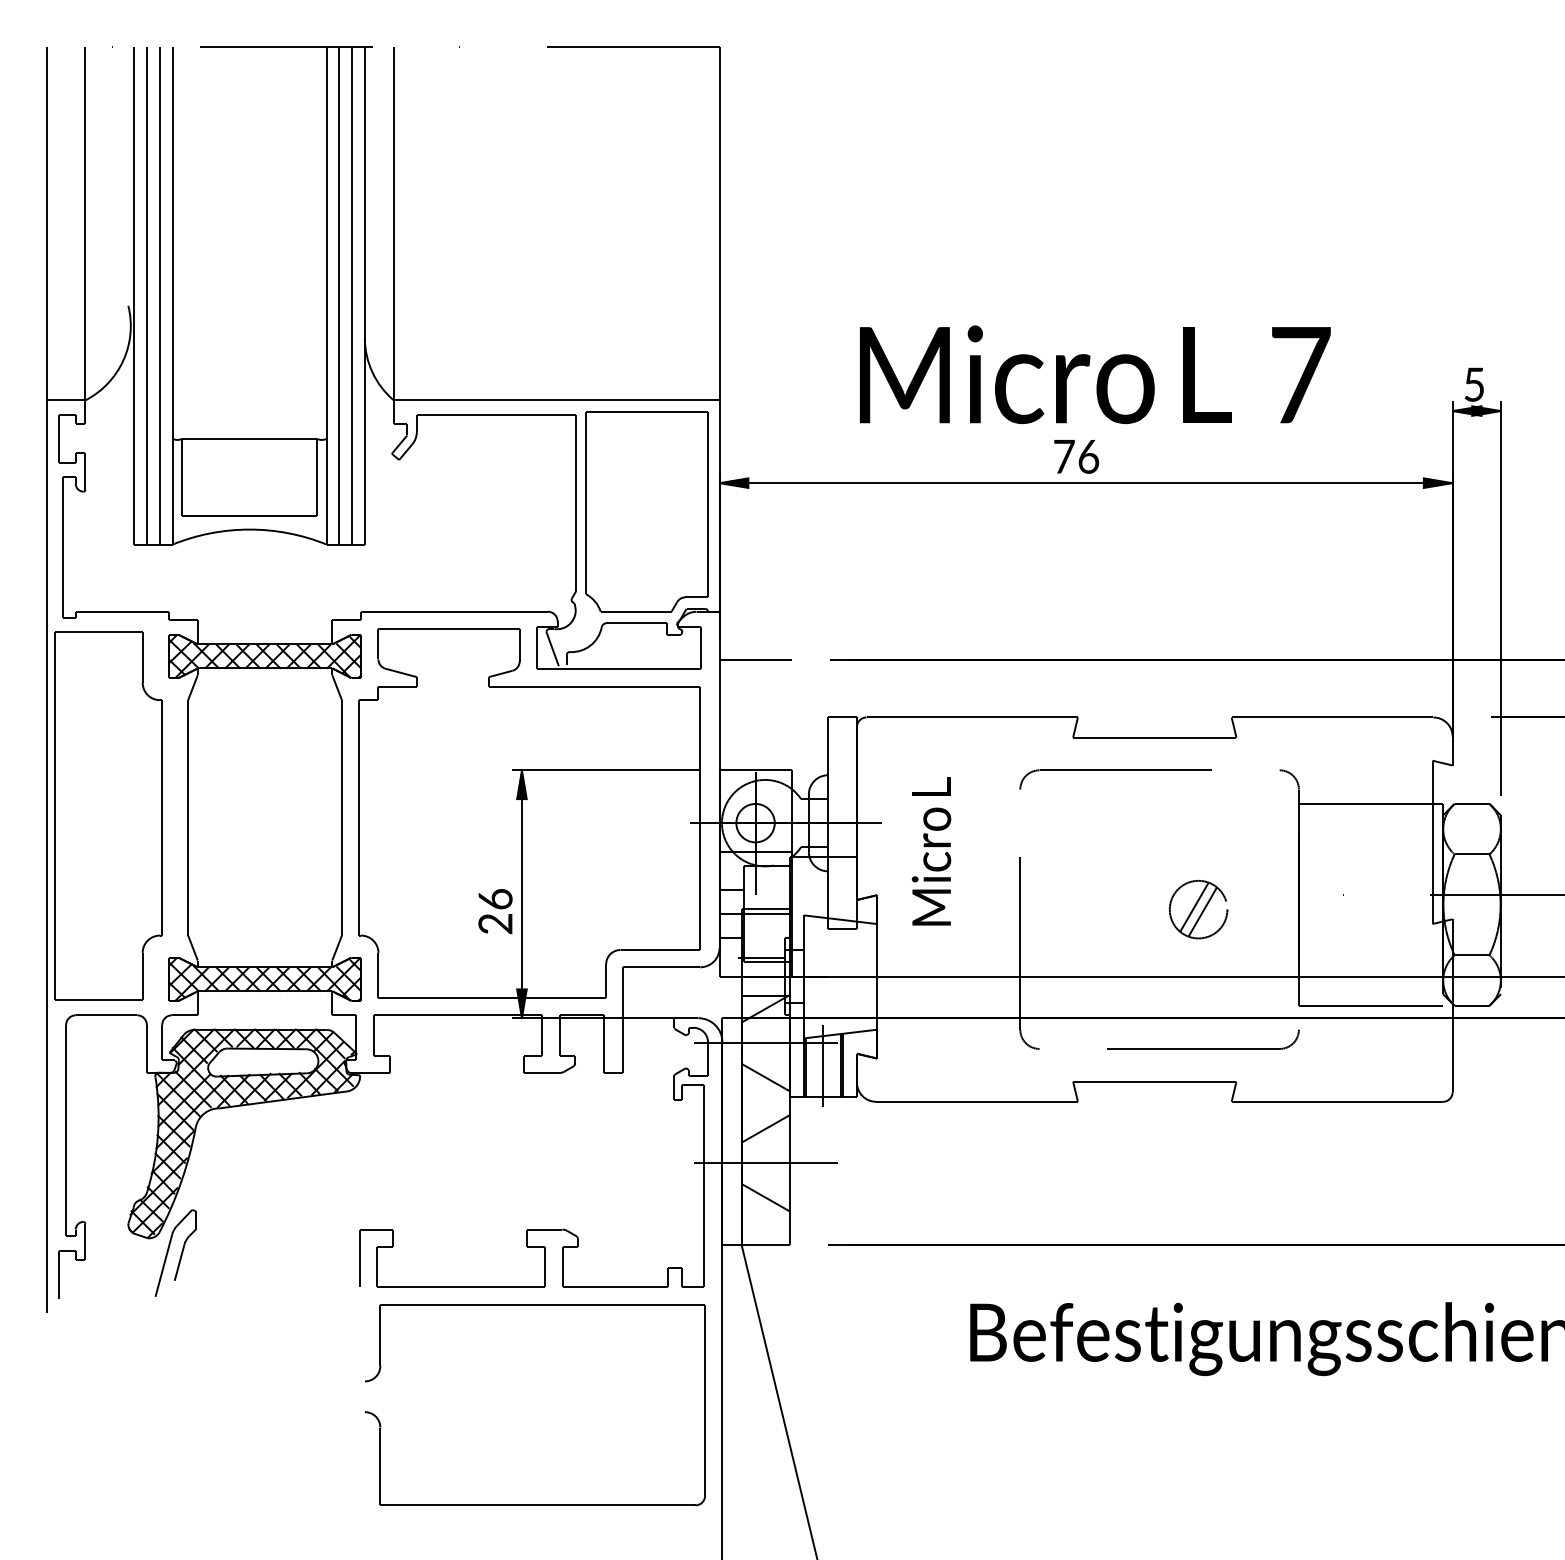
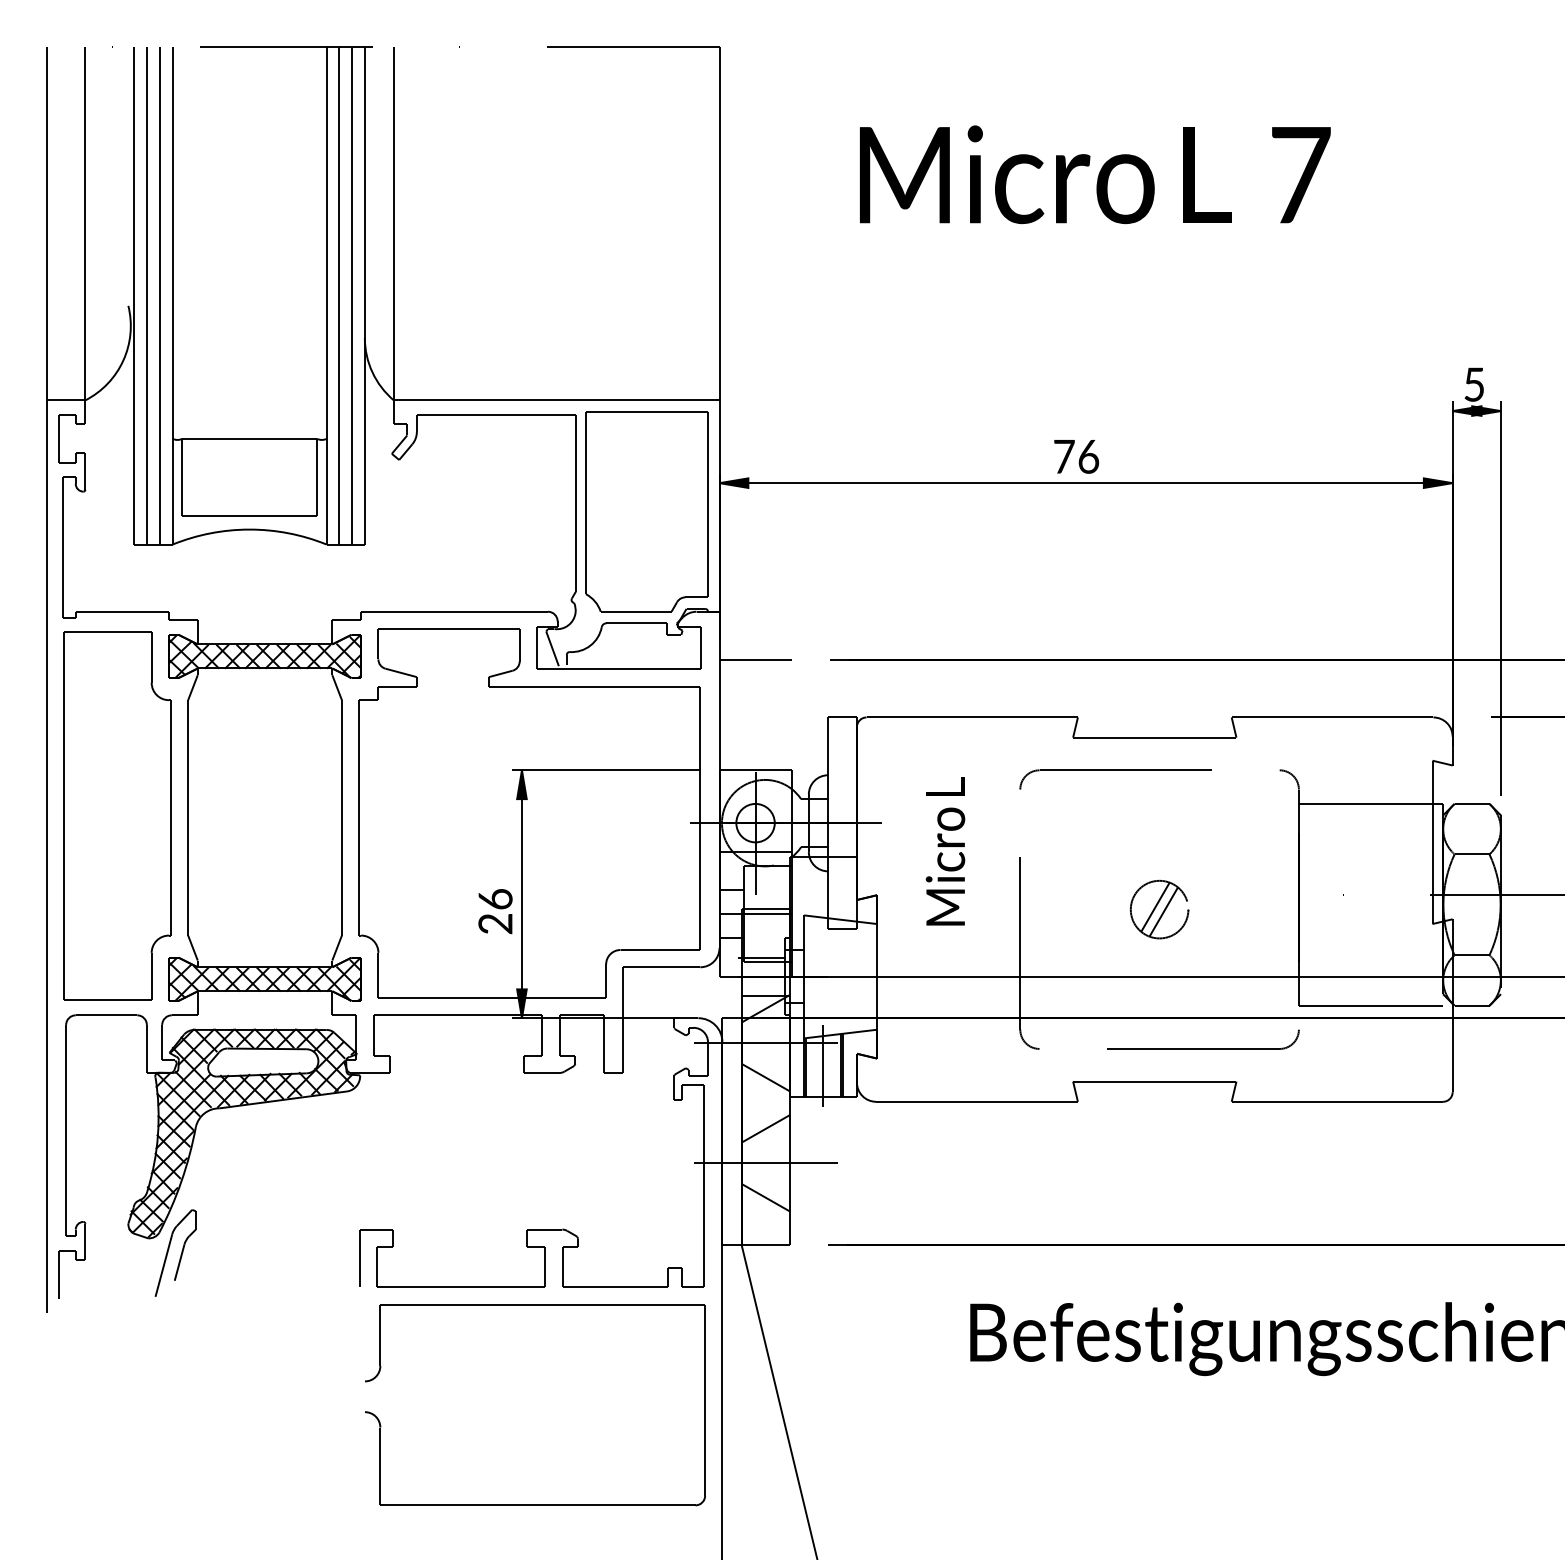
text at (1095, 374) position: (1095, 374) -> (1095, 174)
part at (108, 815) position: (108, 815) -> (117, 815)
text at (931, 851) position: (931, 851) -> (945, 851)
part at (1198, 909) position: (1198, 909) -> (1159, 909)
